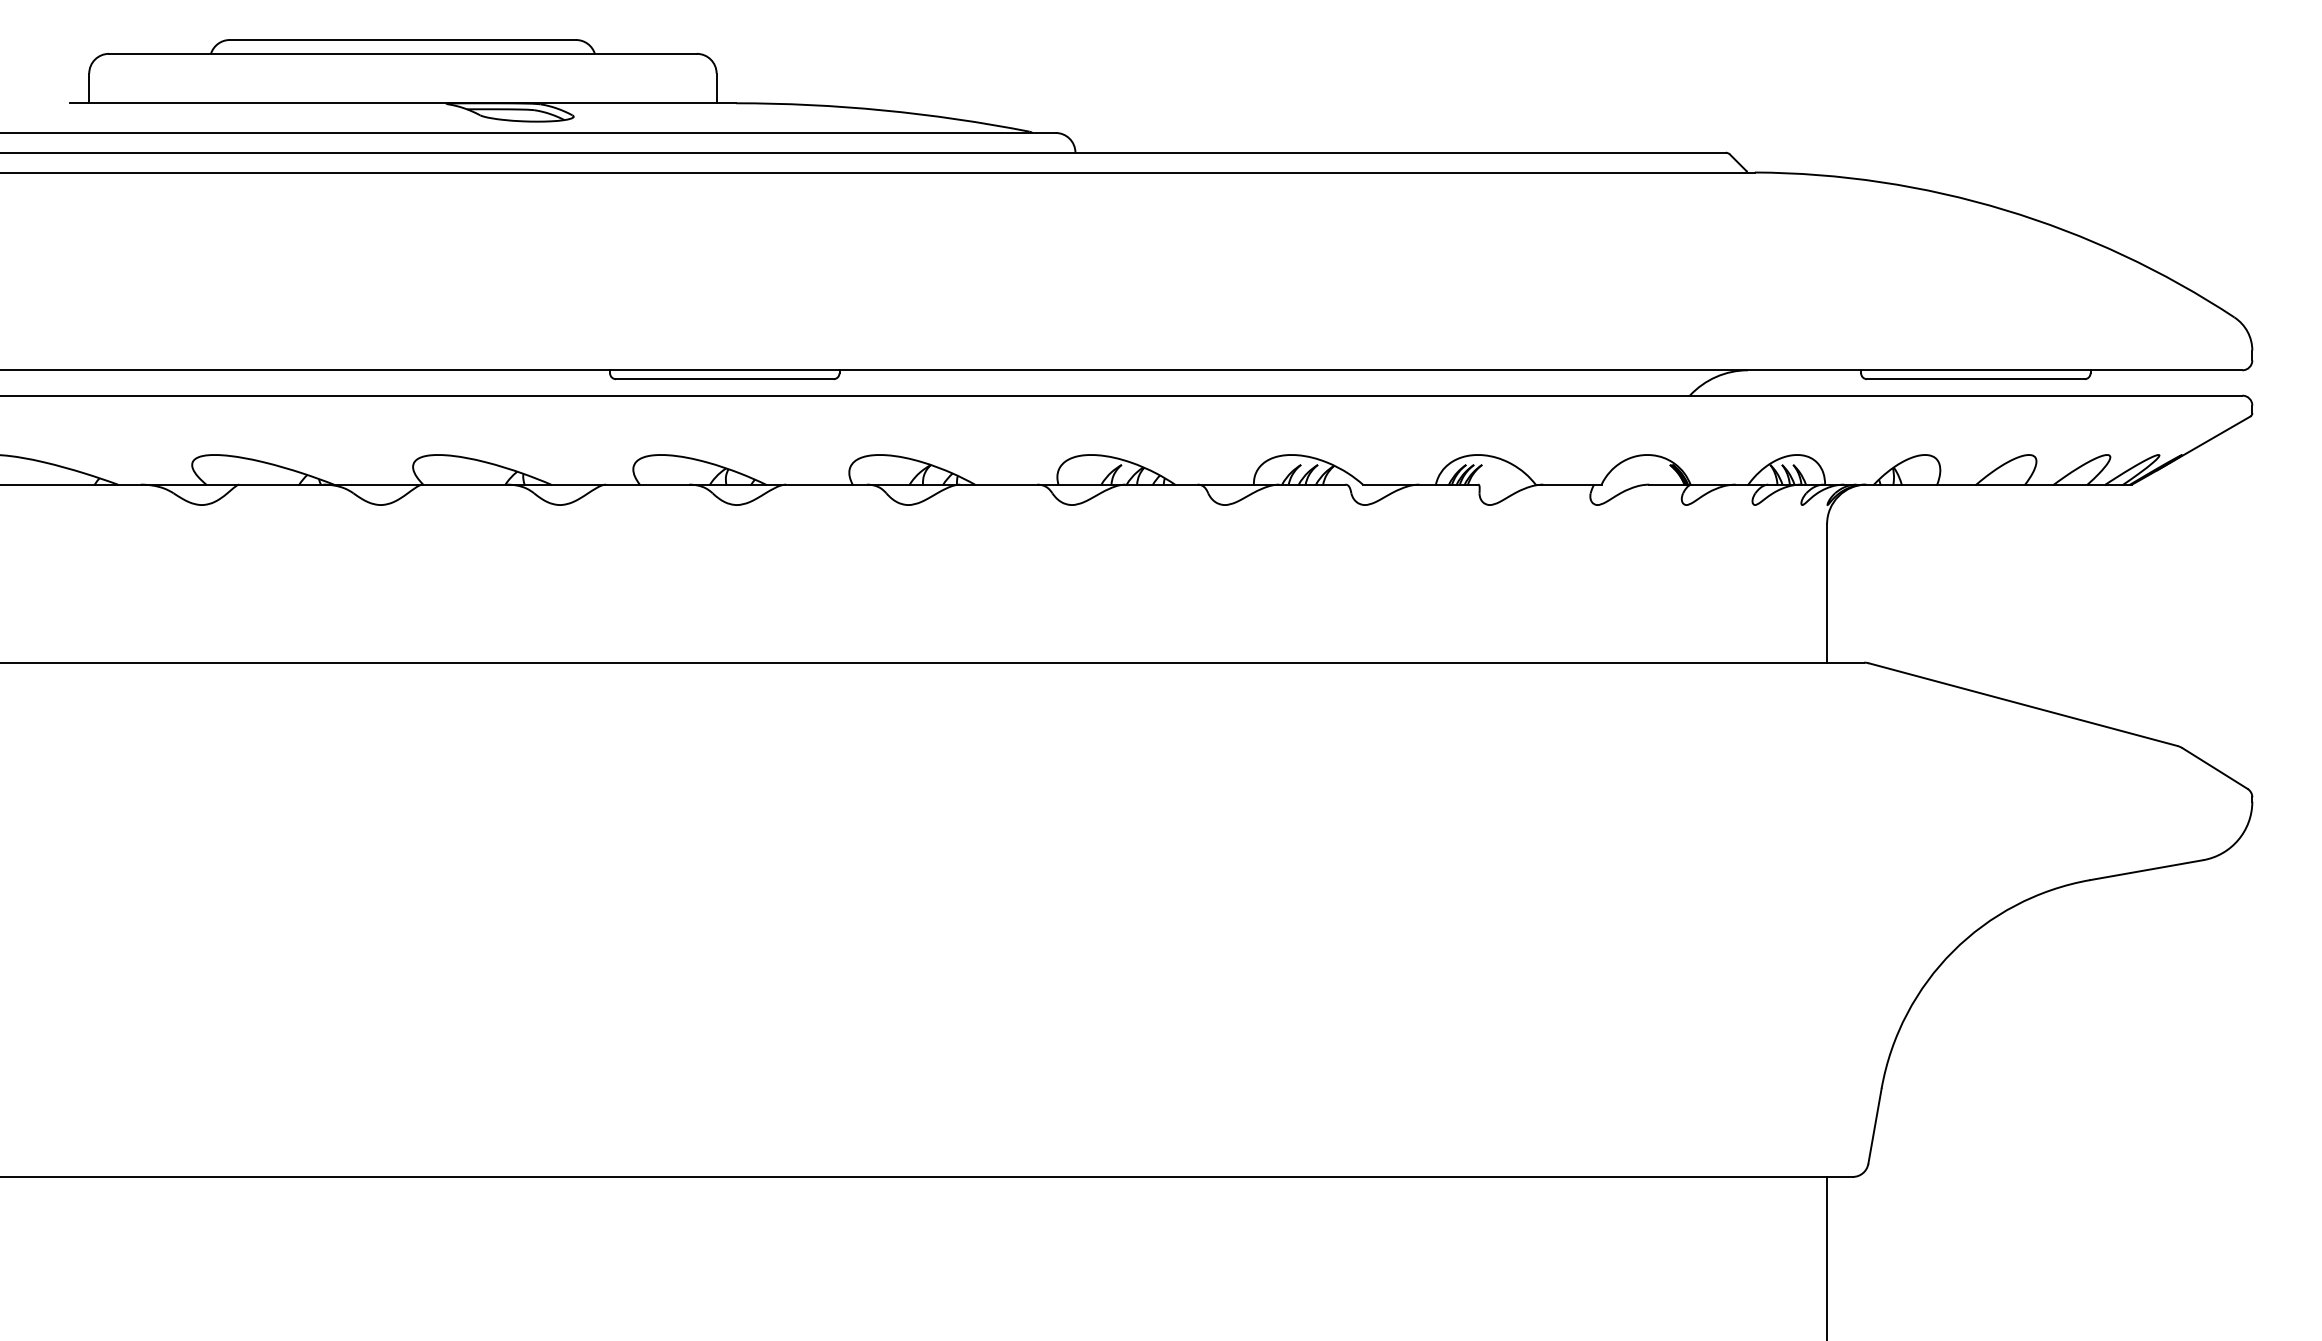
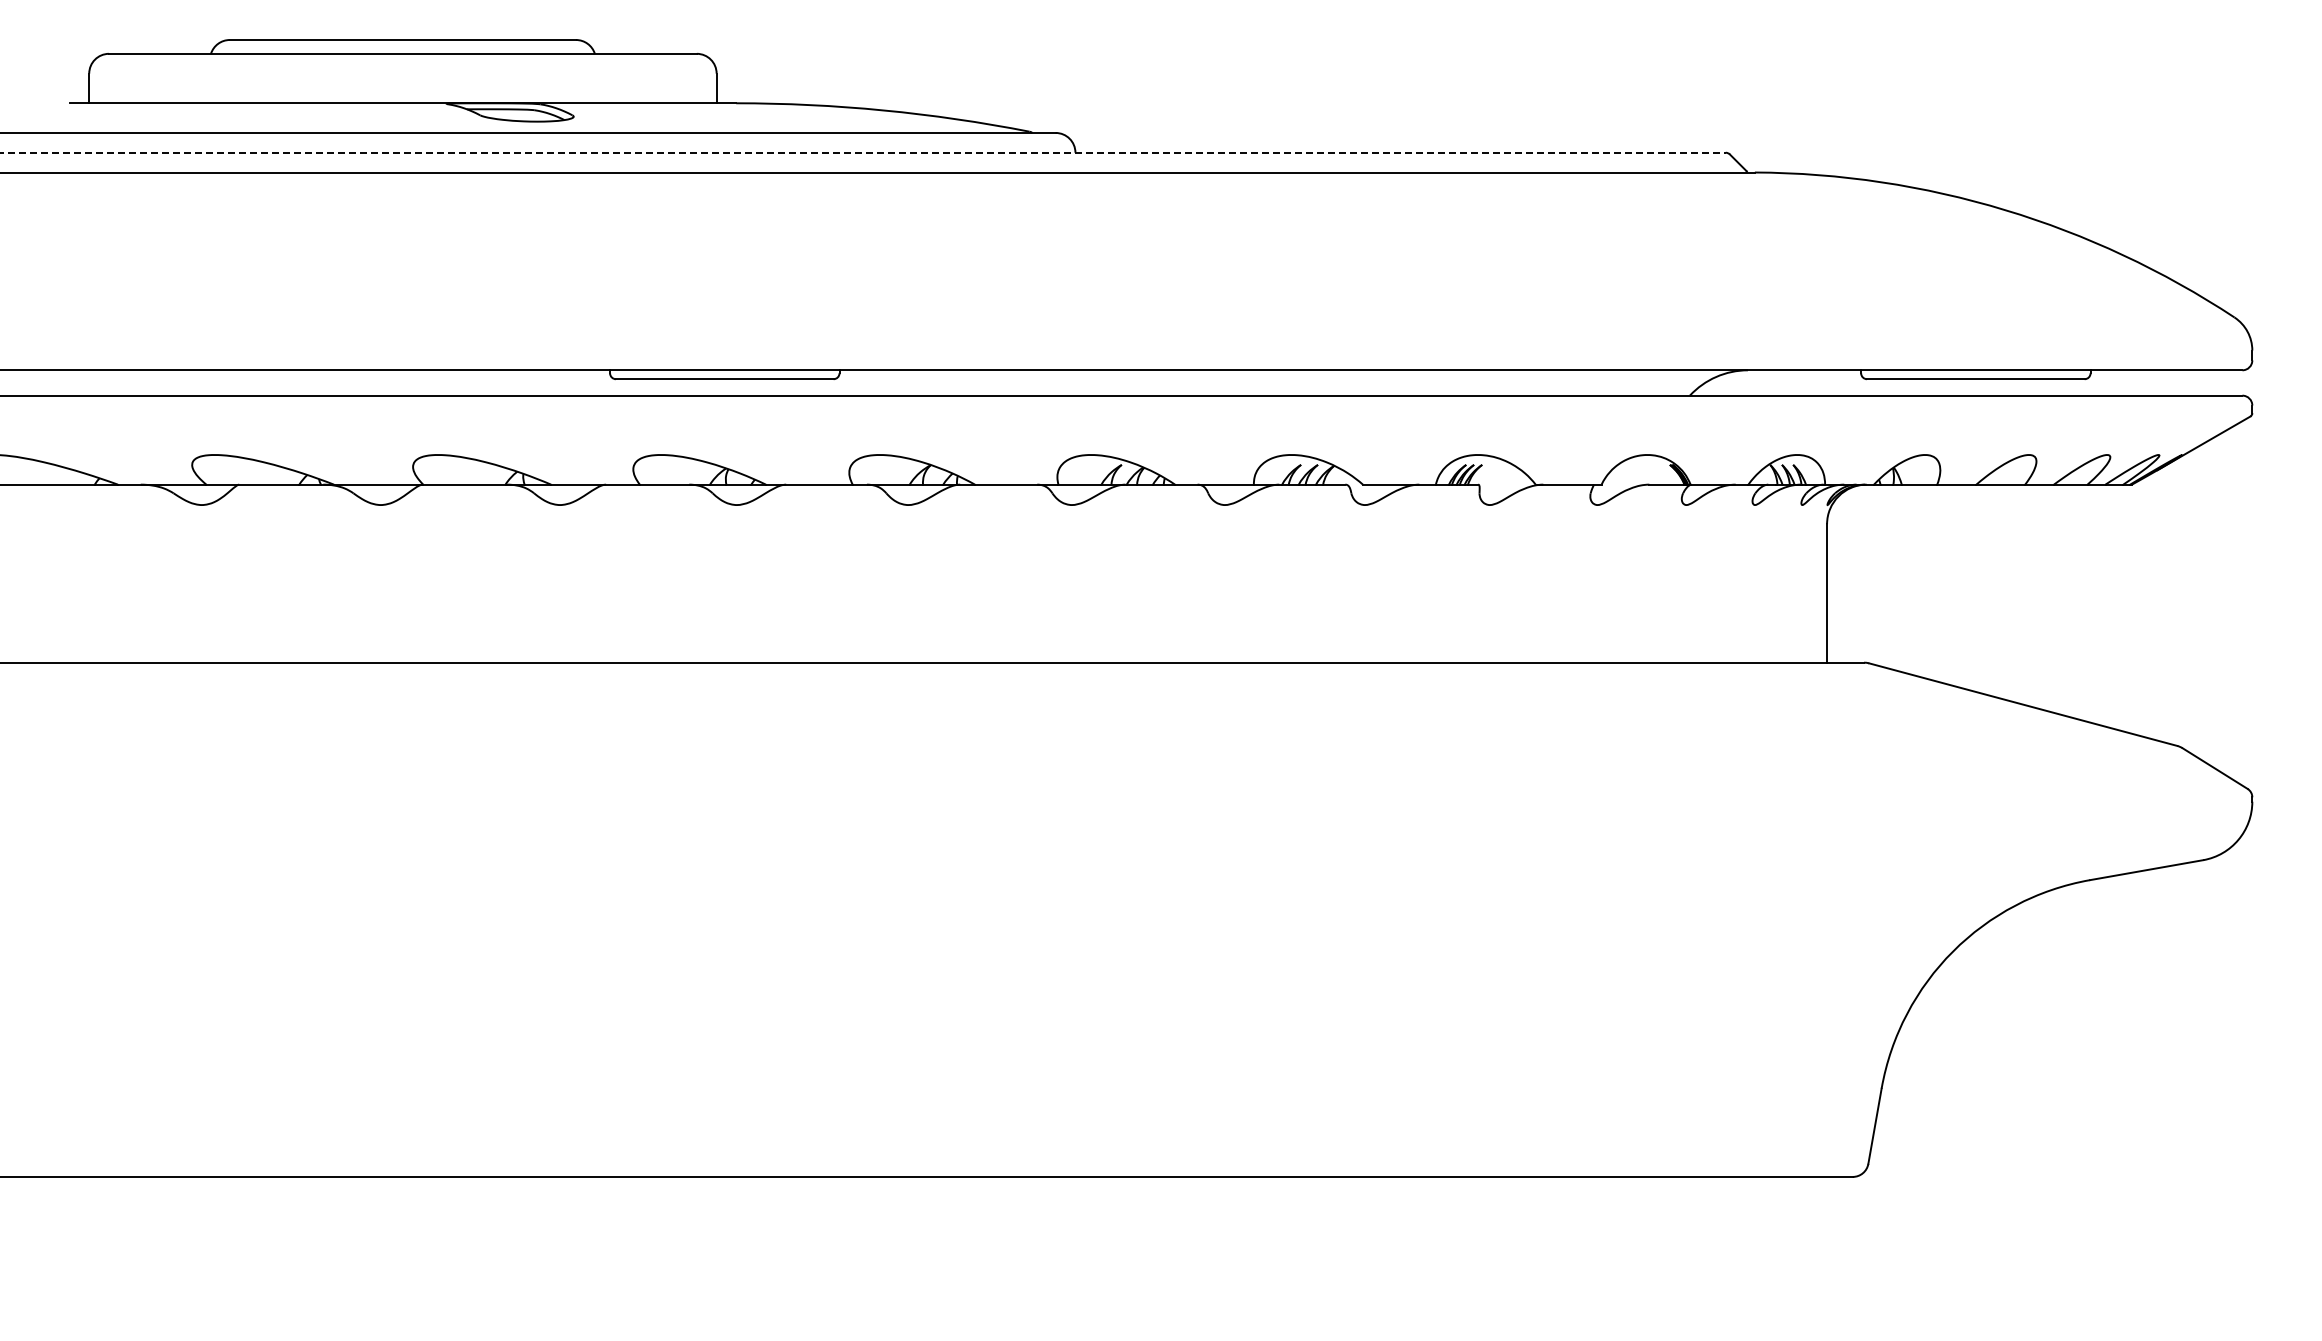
line at (862, 152): solid -> dashed
line at (1827, 1256): present -> none
